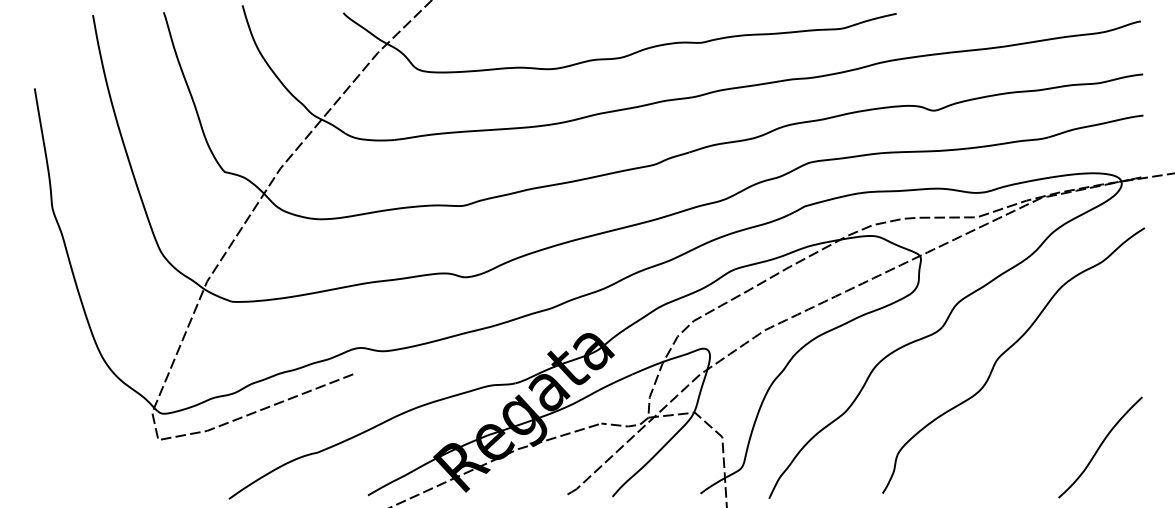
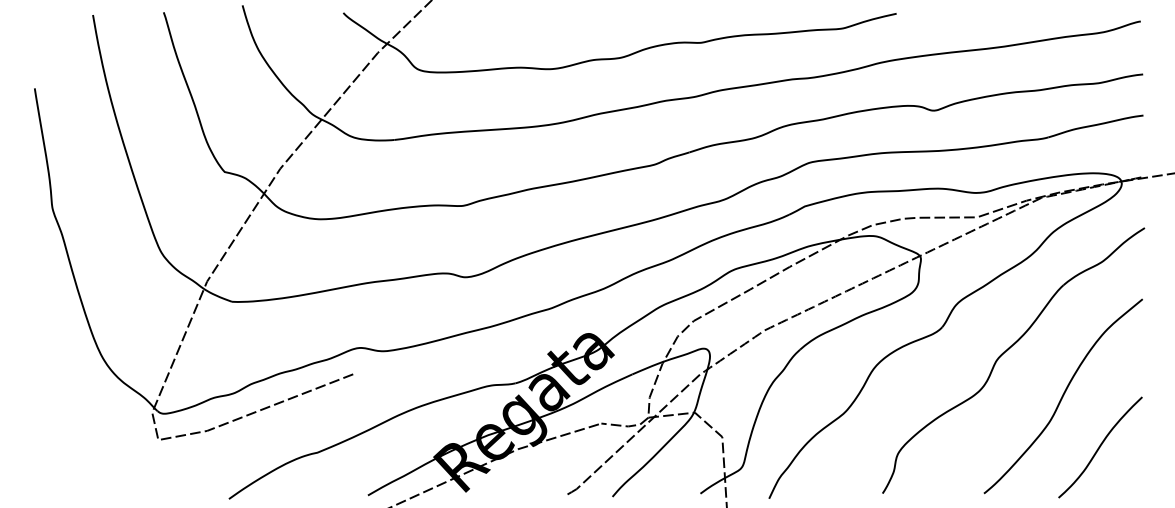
curve at (1062, 396): none -> present
